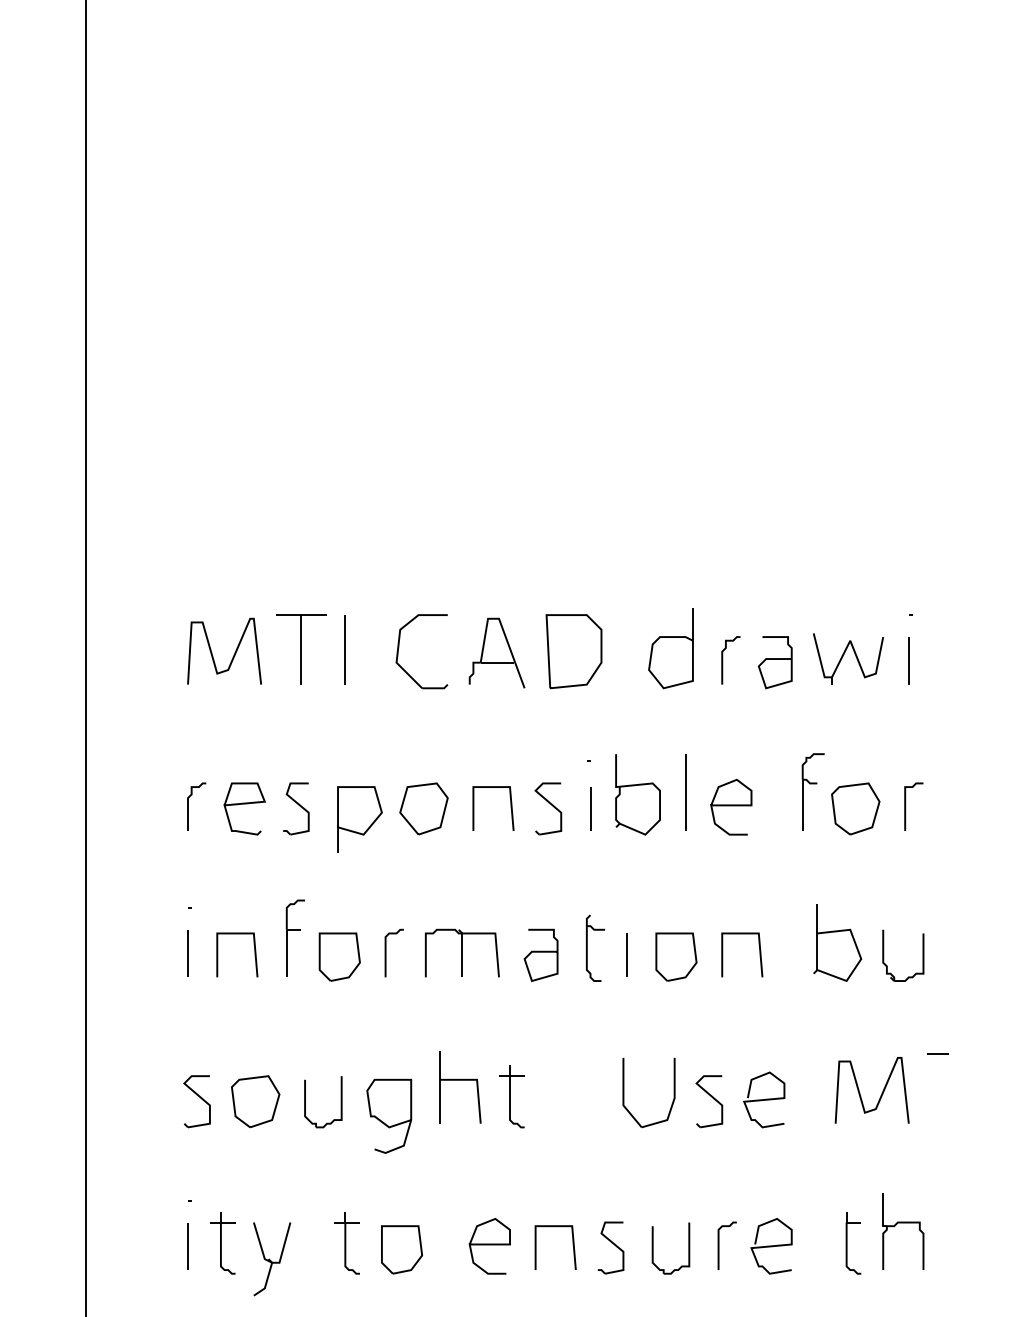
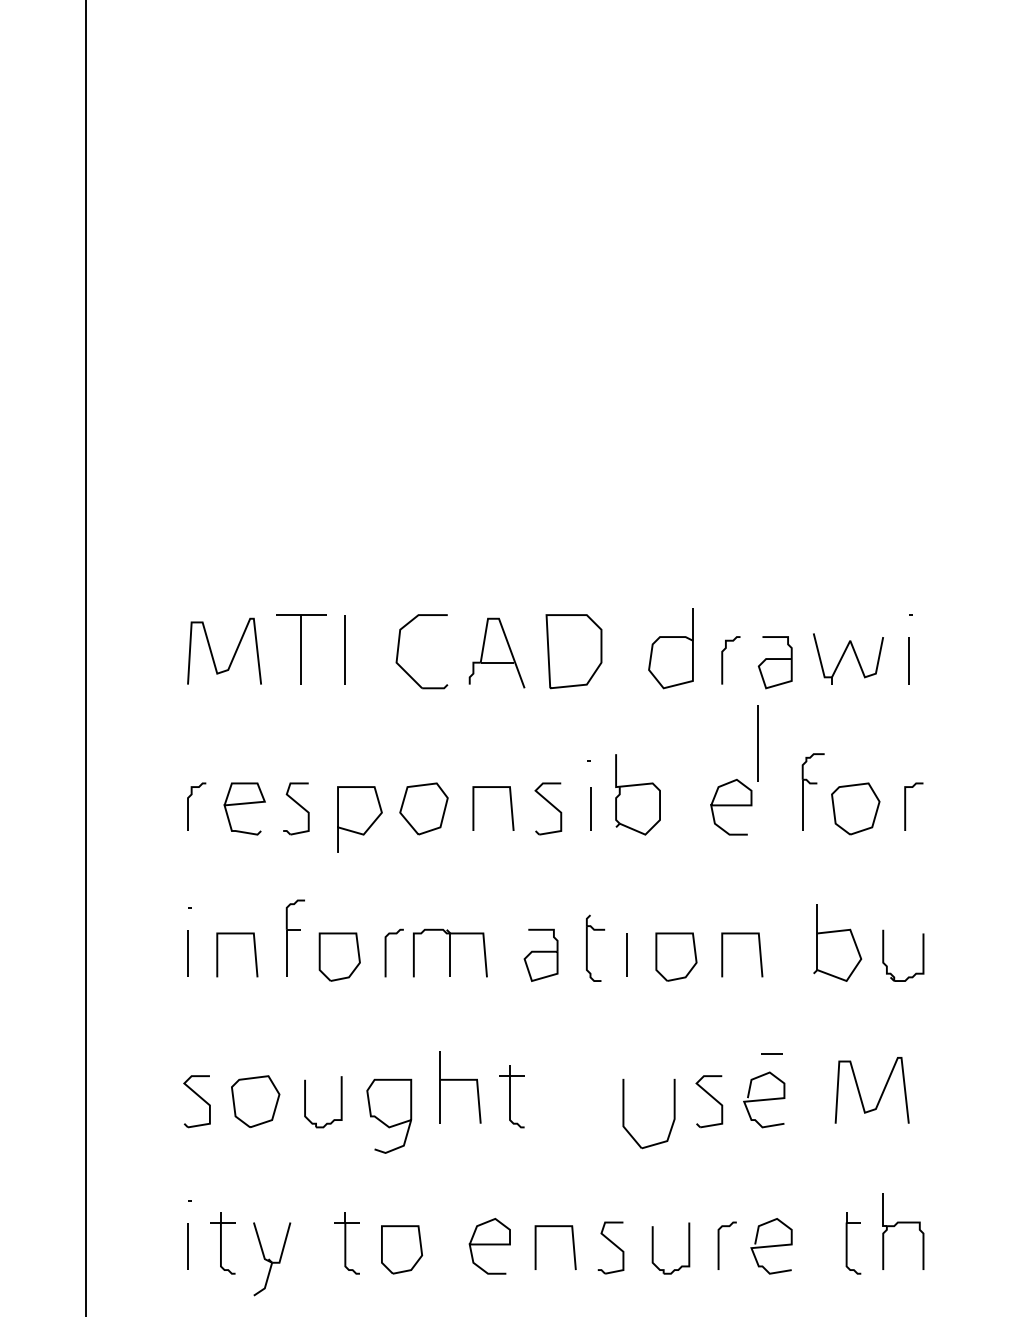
line at (685, 792) position: (685, 792) -> (757, 743)
part at (462, 952) position: (462, 952) -> (450, 952)
line at (937, 1053) position: (937, 1053) -> (771, 1053)
part at (624, 1092) position: (624, 1092) -> (624, 1113)
